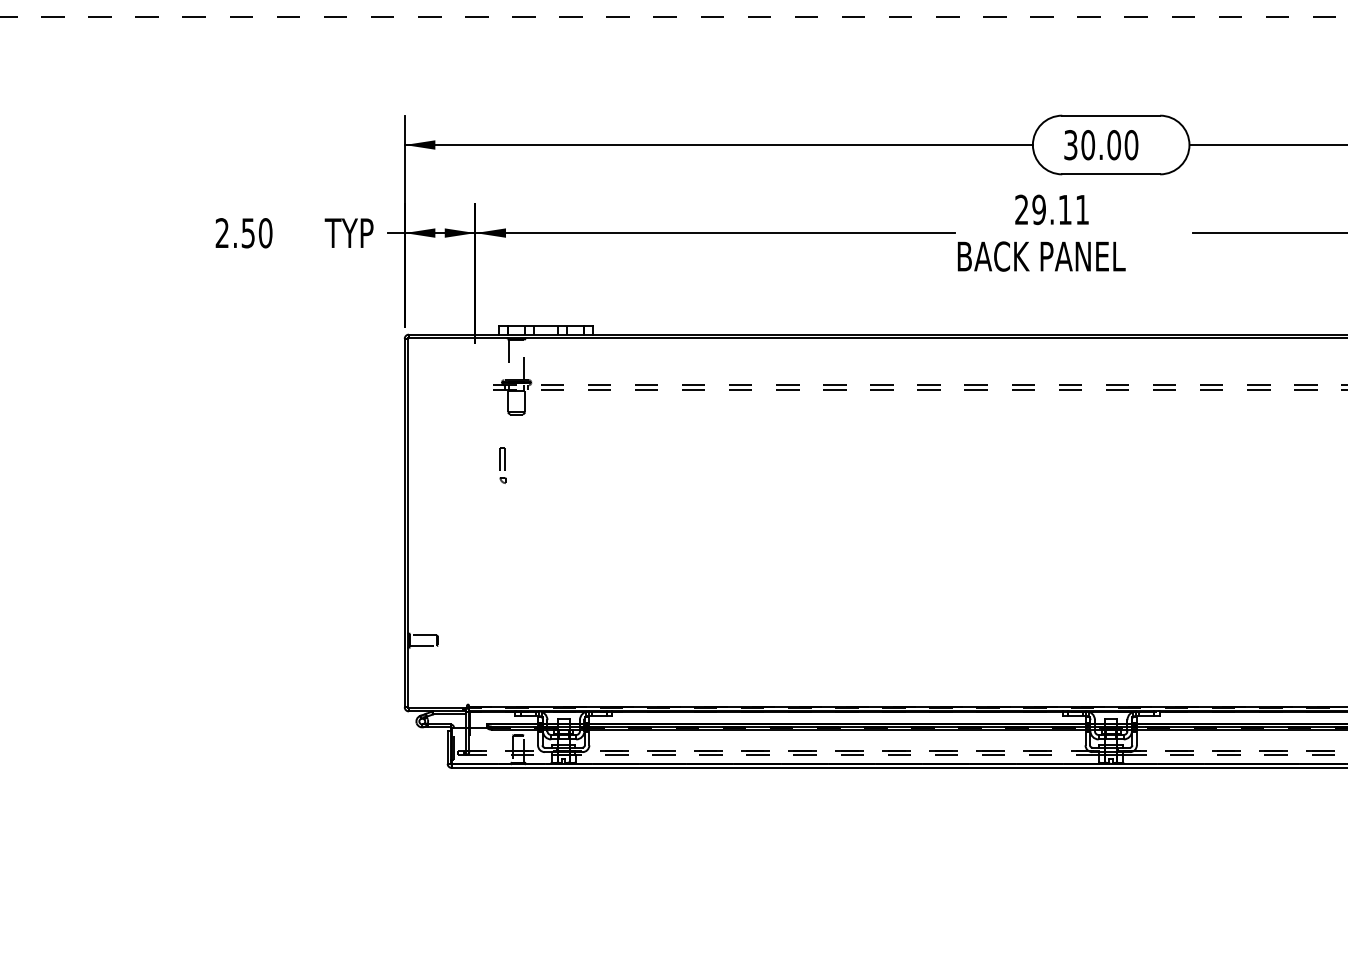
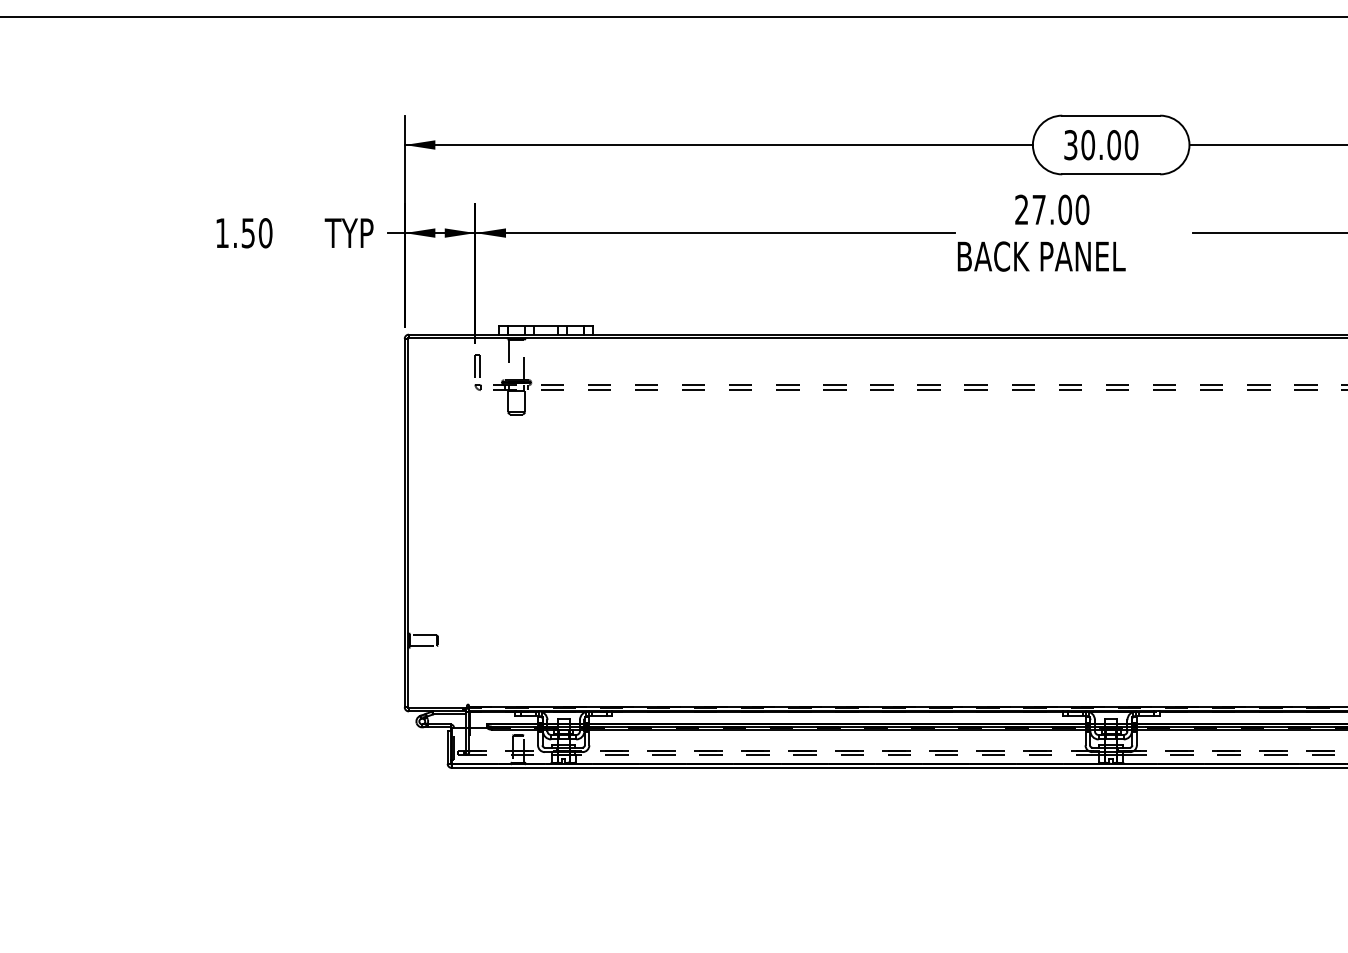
line at (674, 17): dashed -> solid
text at (1060, 209): 29.11 -> 27.00
text at (221, 232): 2.50 -> 1.50
part at (502, 465) position: (502, 465) -> (477, 372)
